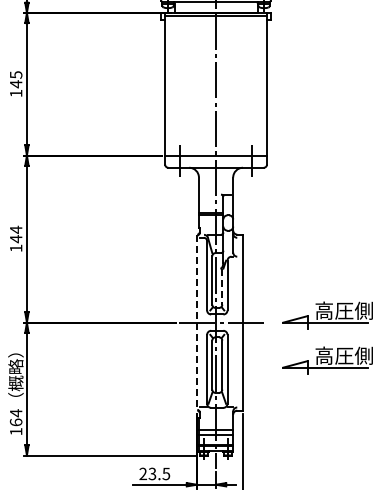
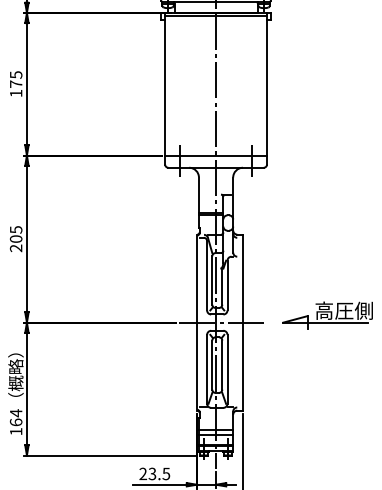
text at (16, 84): 145 -> 175
text at (15, 238): 144 -> 205
line at (222, 287): dashed -> solid
line at (196, 323): dashed -> solid
part at (327, 360): present -> none
